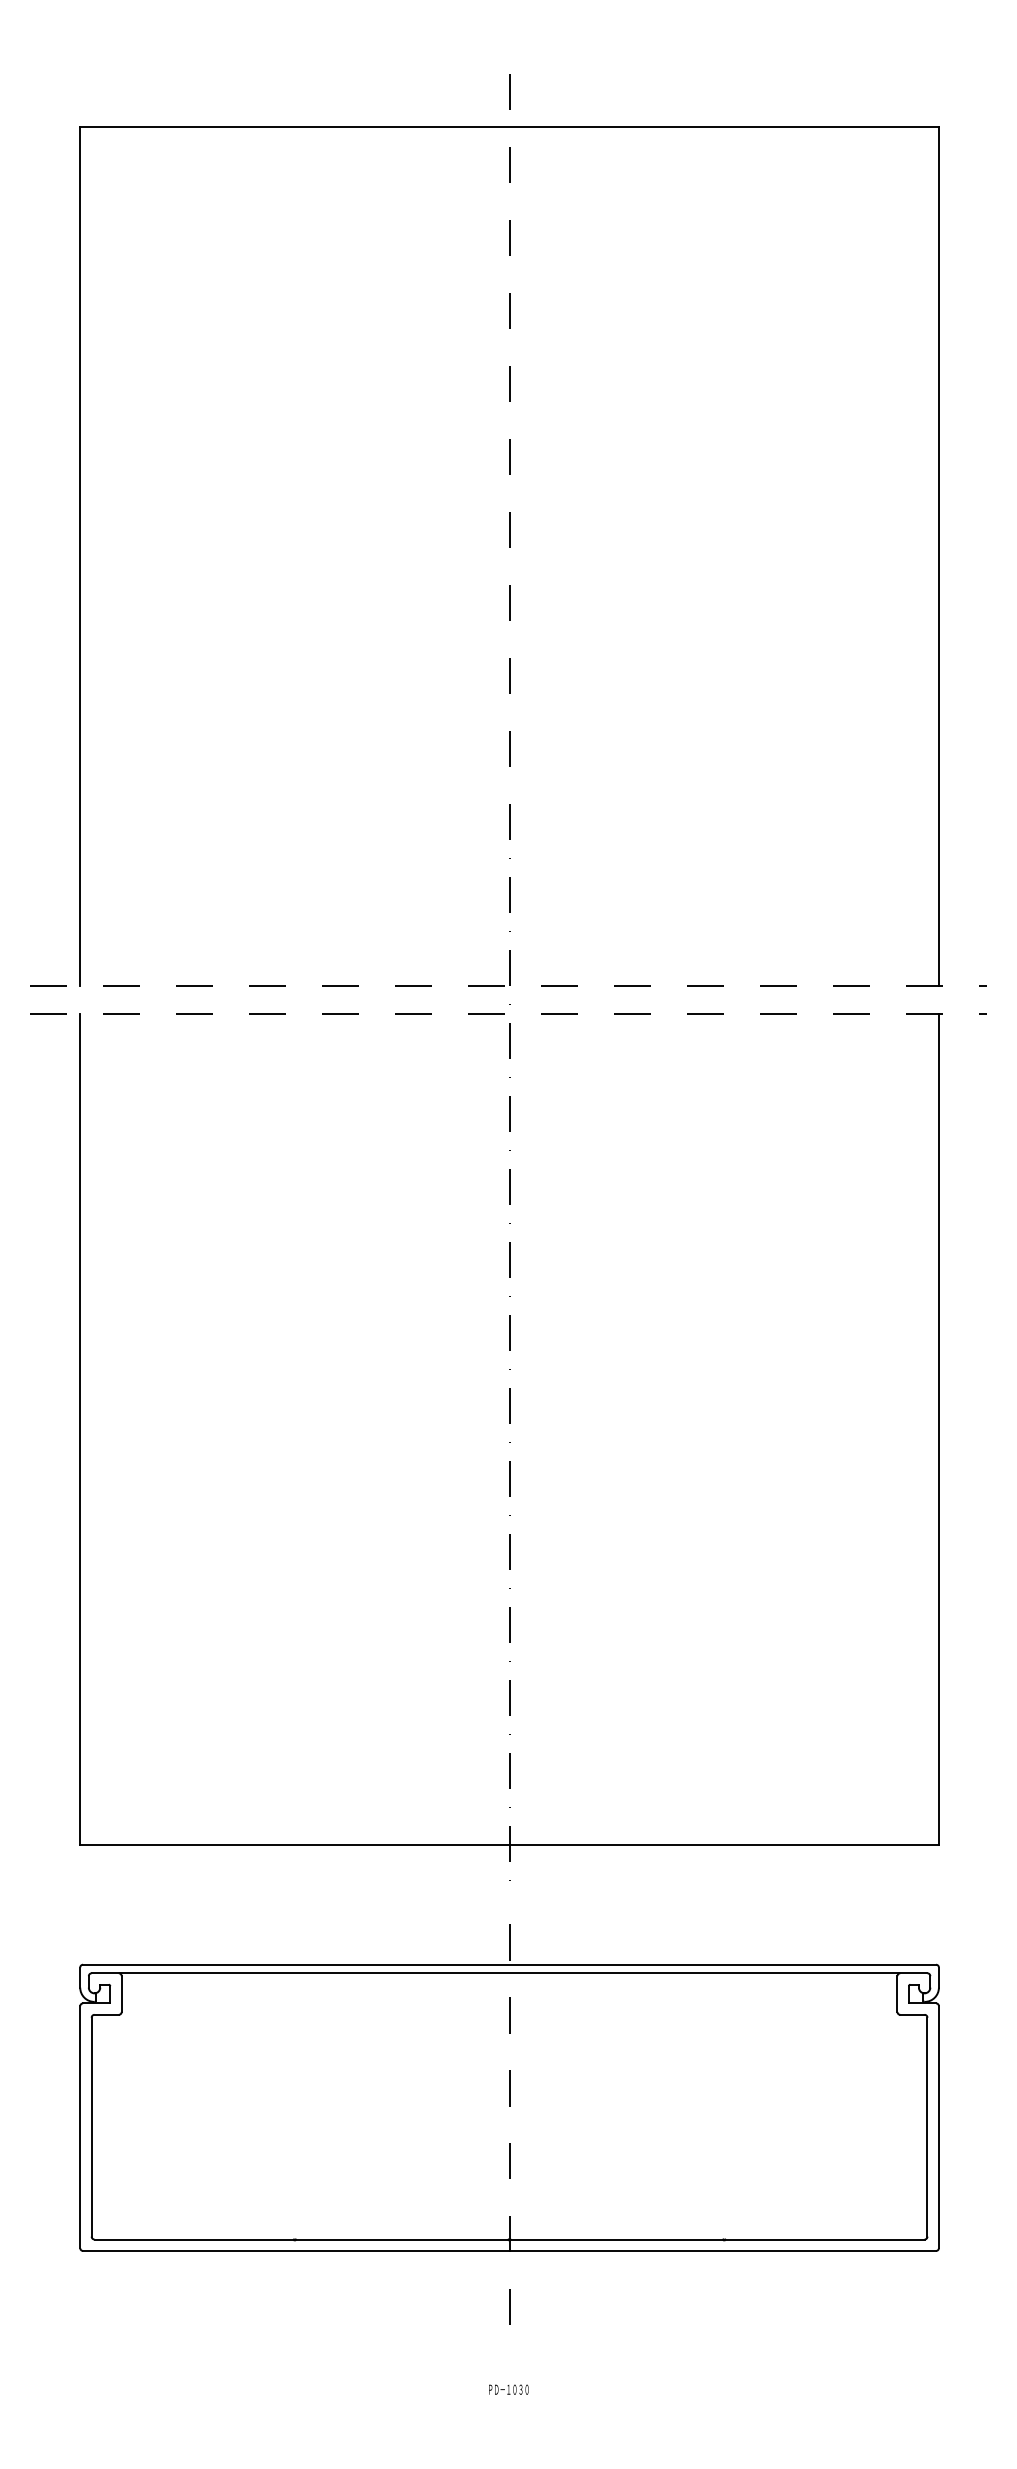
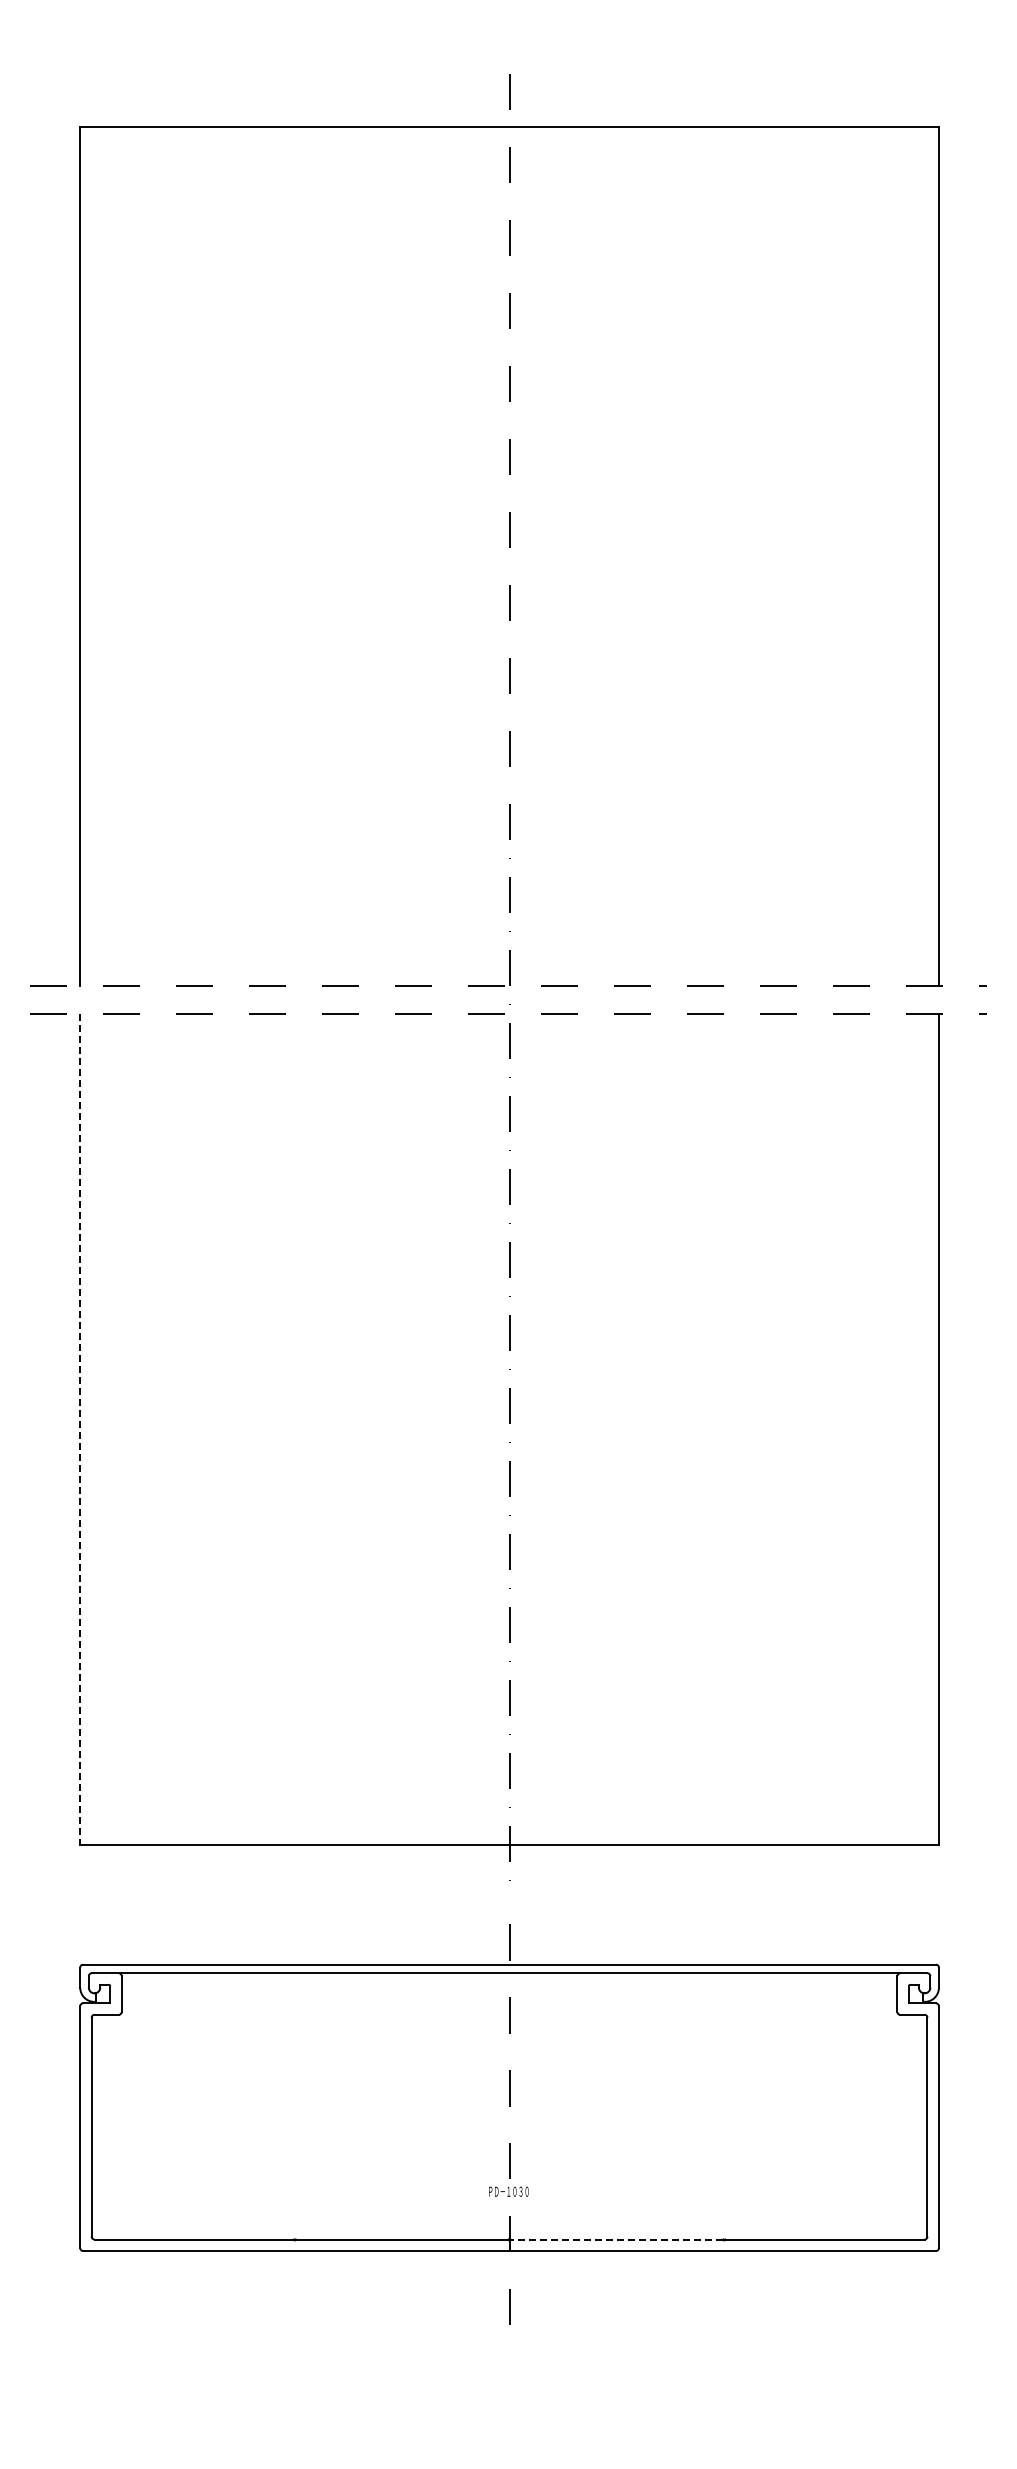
line at (80, 1429): solid -> dashed
line at (616, 2239): solid -> dashed
text at (508, 2389) position: (508, 2389) -> (508, 2191)
